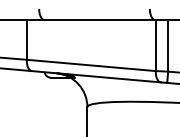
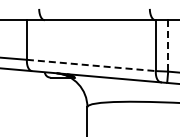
line at (168, 45): solid -> dashed
line at (91, 65): solid -> dashed
